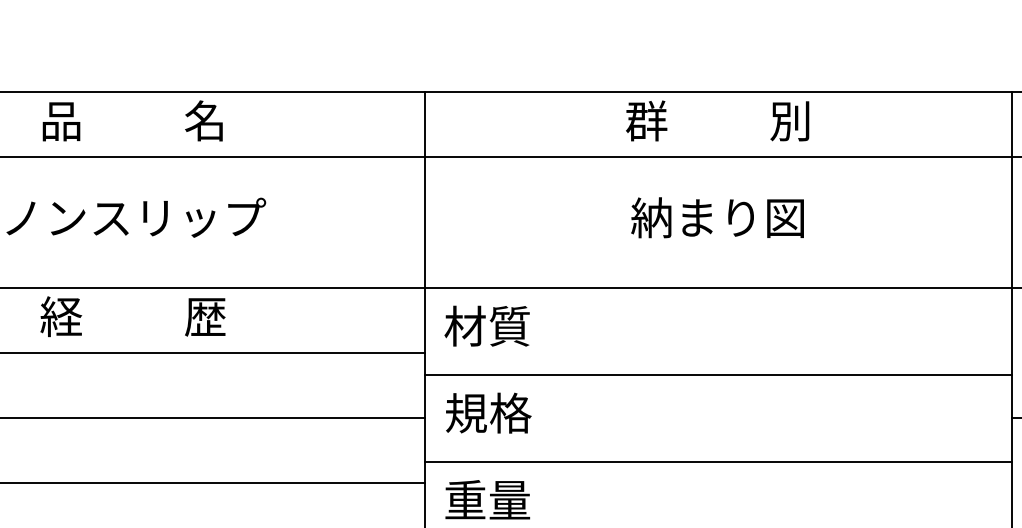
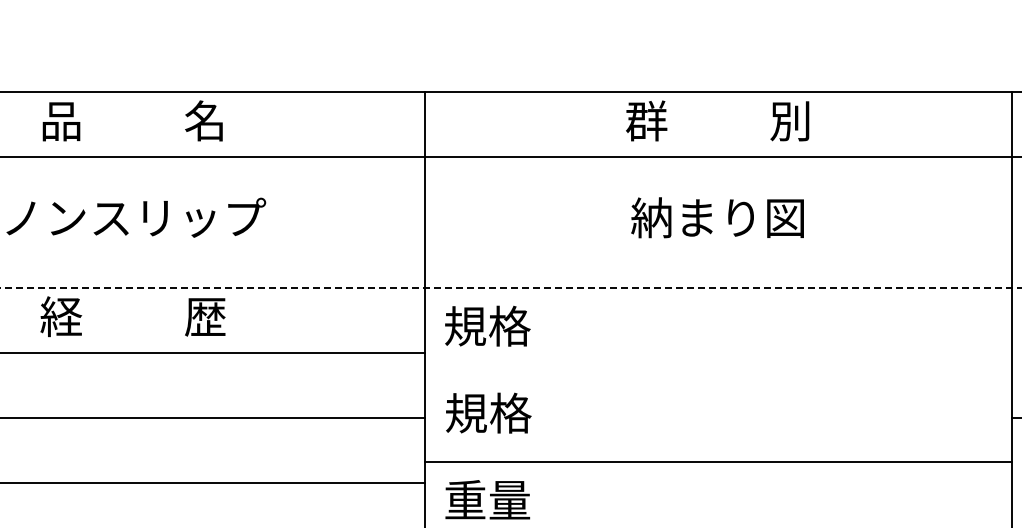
line at (511, 287): solid -> dashed
text at (487, 325): 材質 -> 規格
line at (718, 374): present -> none
